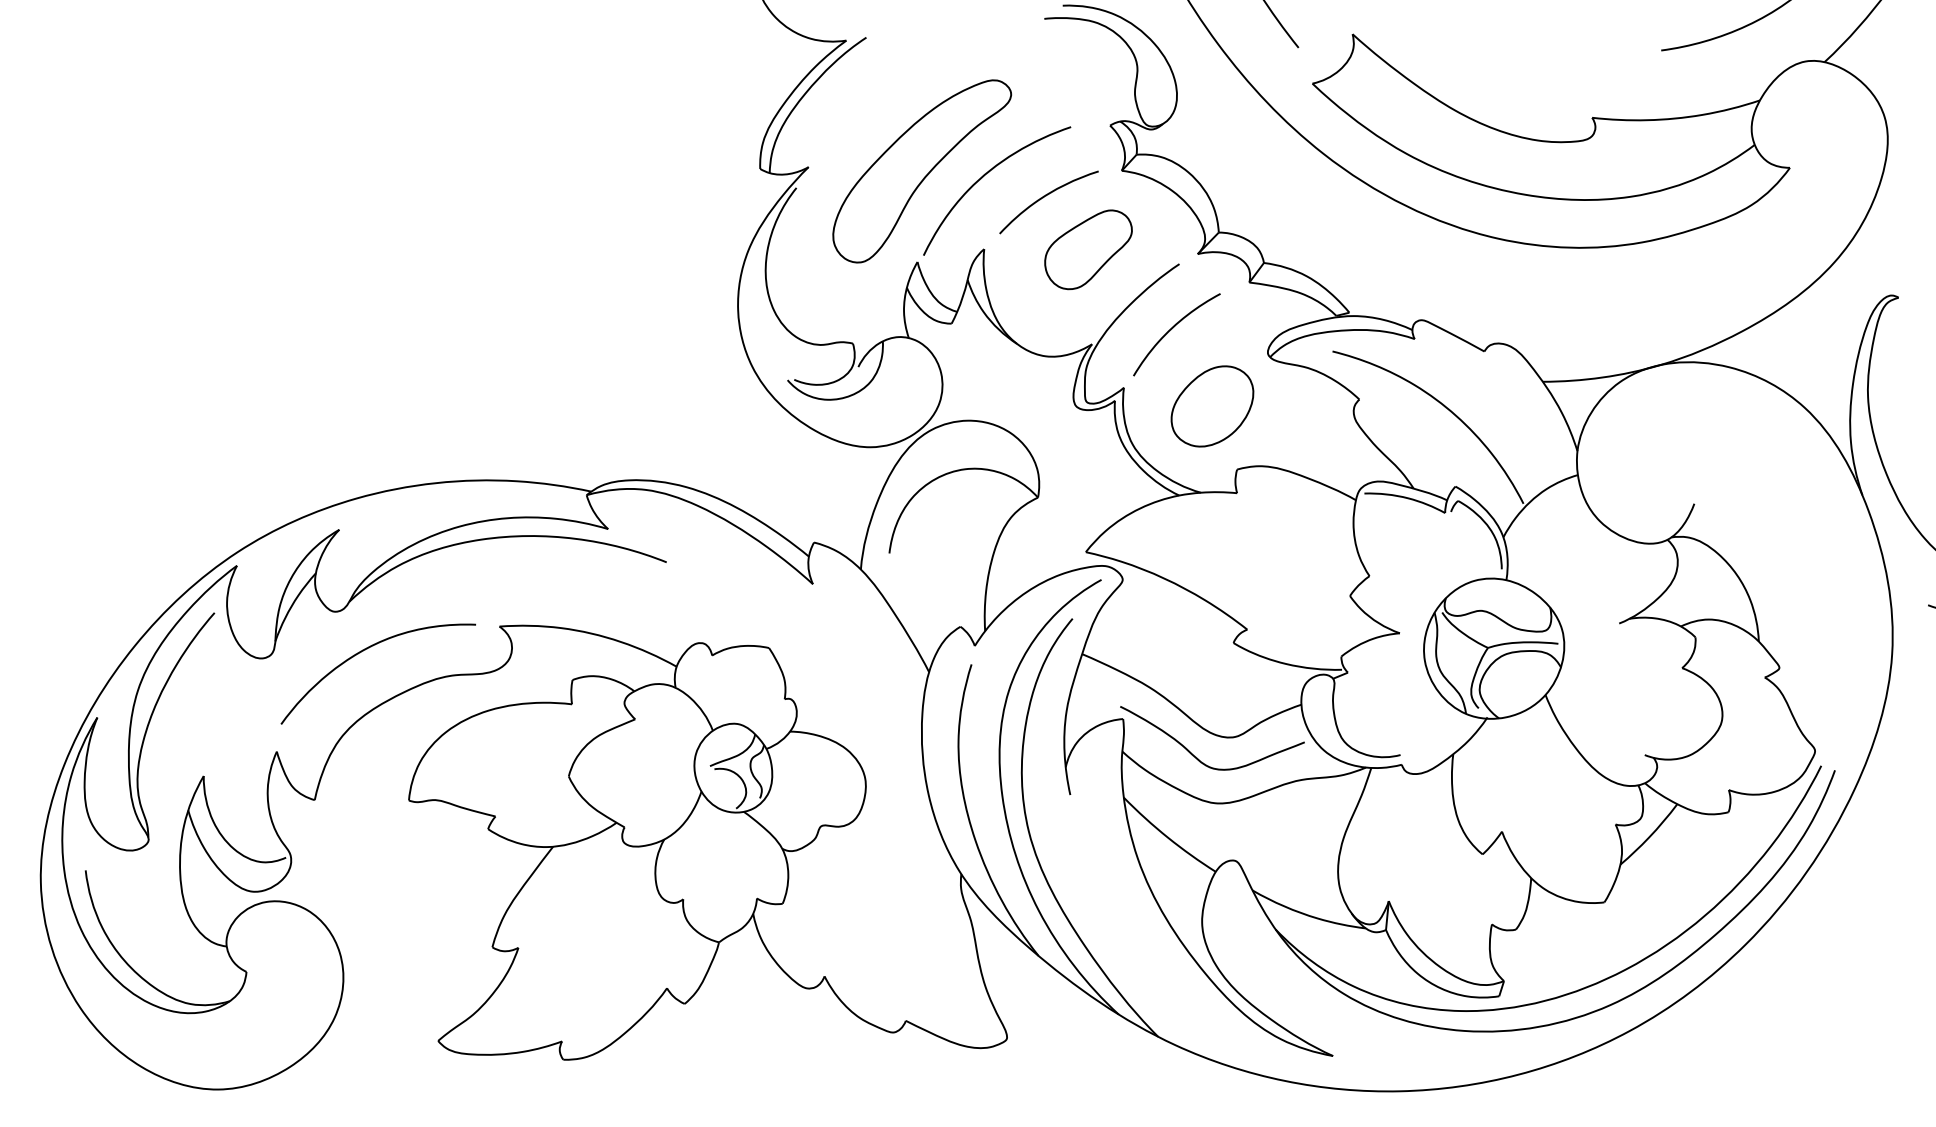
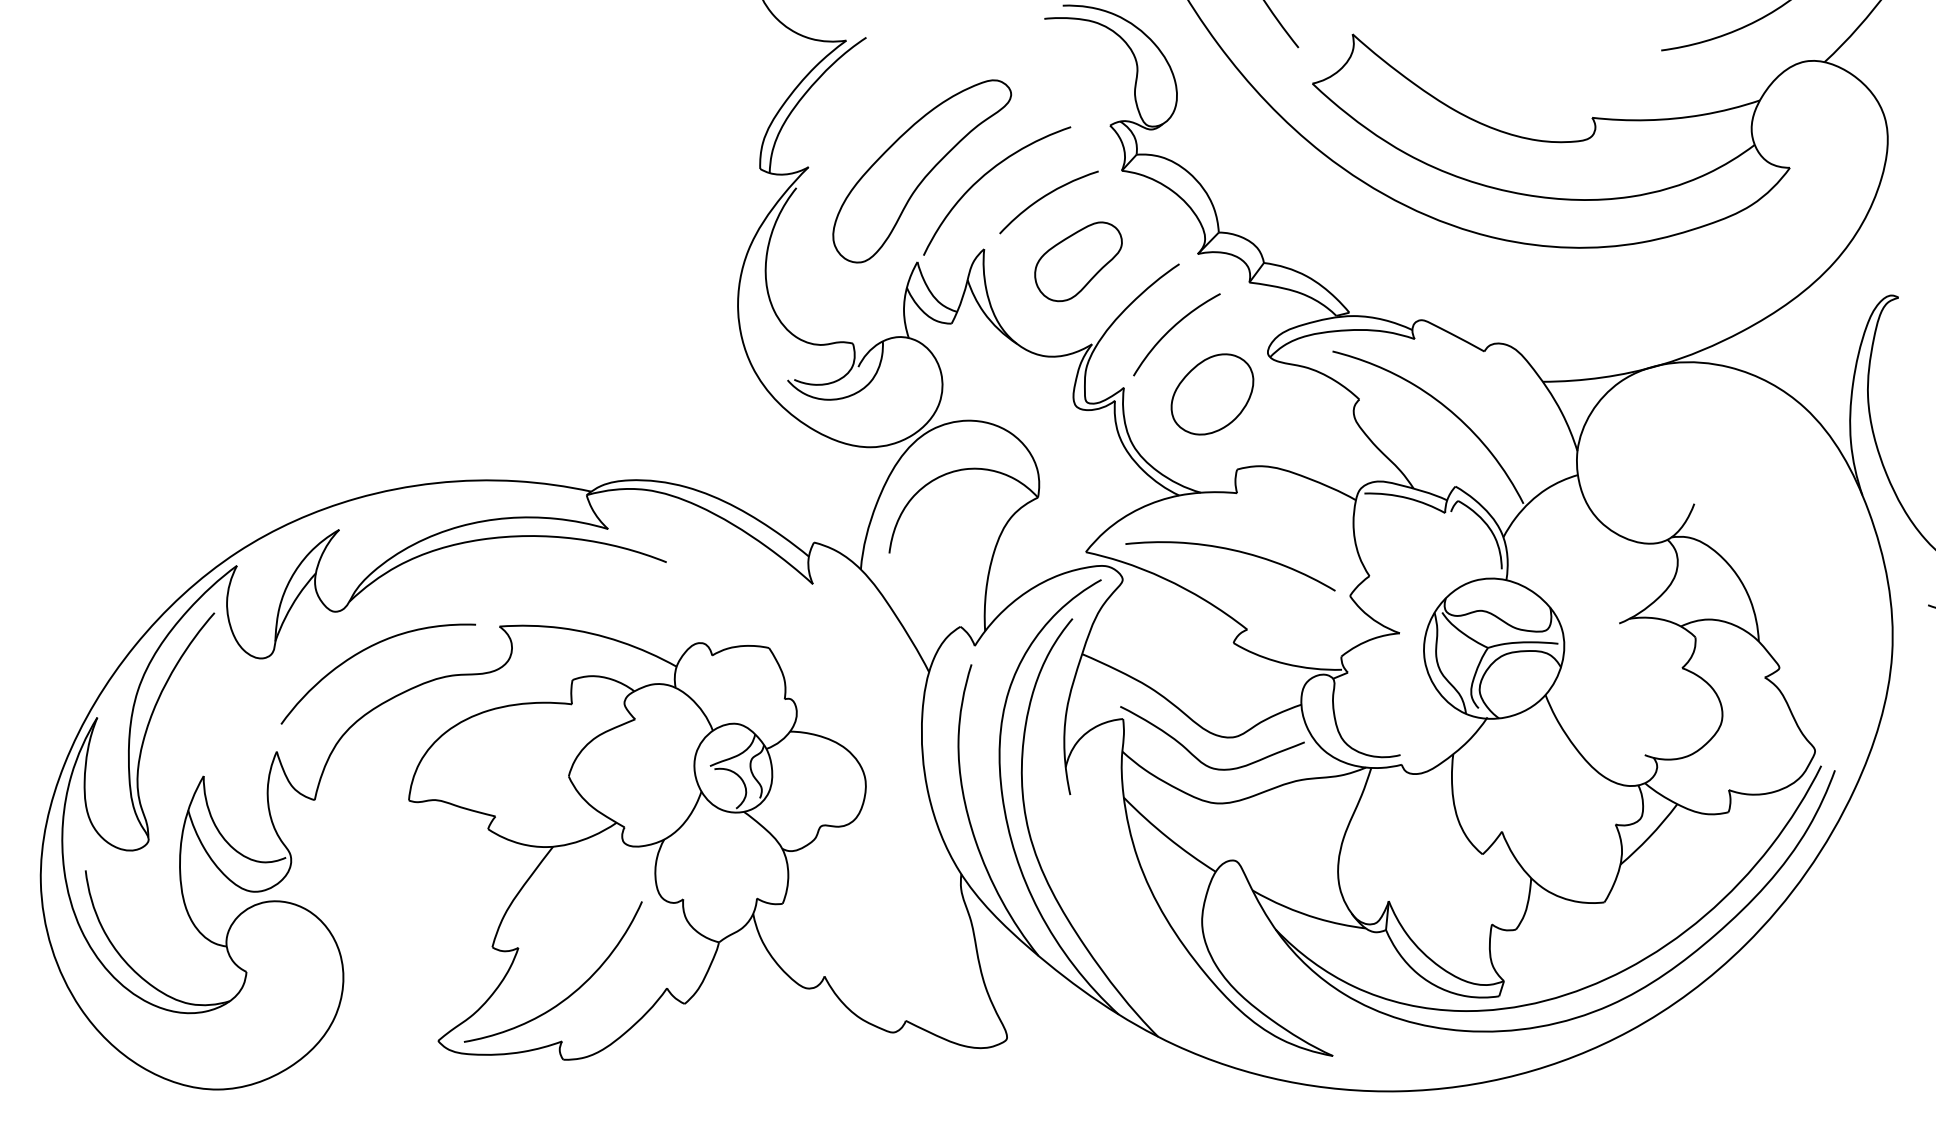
part at (1088, 249) position: (1088, 249) -> (1078, 261)
part at (1212, 406) position: (1212, 406) -> (1212, 394)
curve at (1233, 551): none -> present
curve at (568, 995): none -> present
